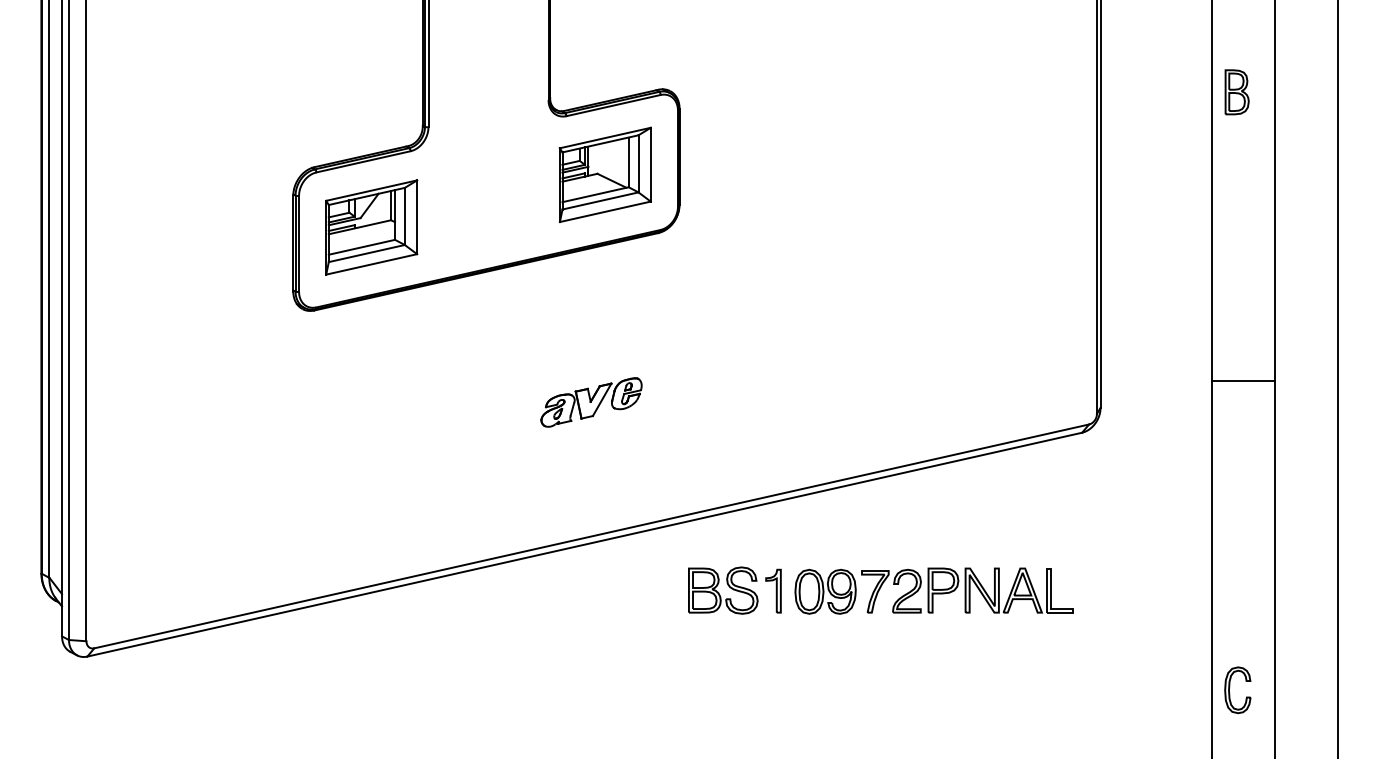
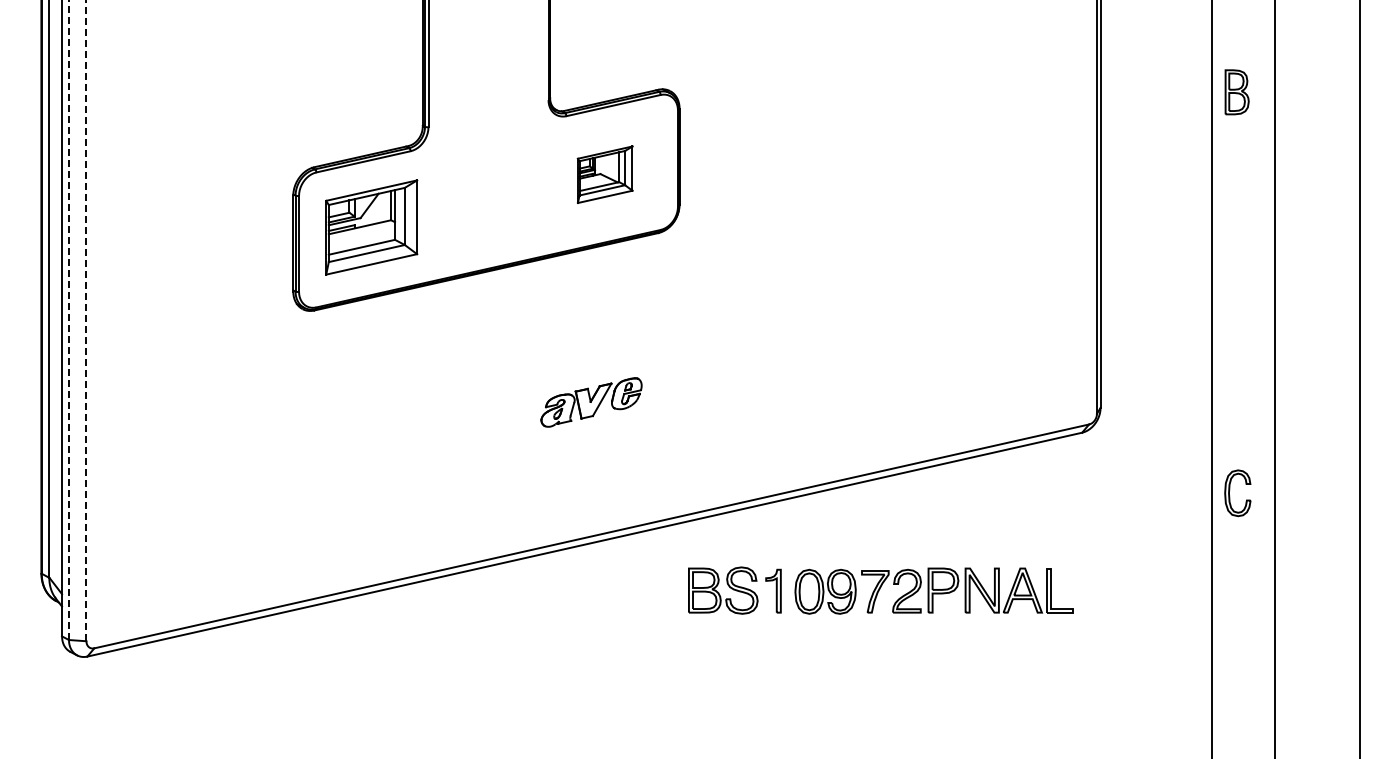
part at (604, 174) size: 94x97 px -> 58x59 px
line at (68, 320): solid -> dashed
line at (86, 320): solid -> dashed
line at (1337, 378) position: (1337, 378) -> (1359, 378)
line at (1242, 381): present -> none
part at (1230, 687) position: (1230, 687) -> (1230, 490)
